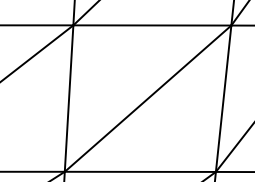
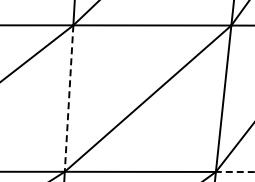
line at (69, 99): solid -> dashed
line at (234, 172): solid -> dashed
